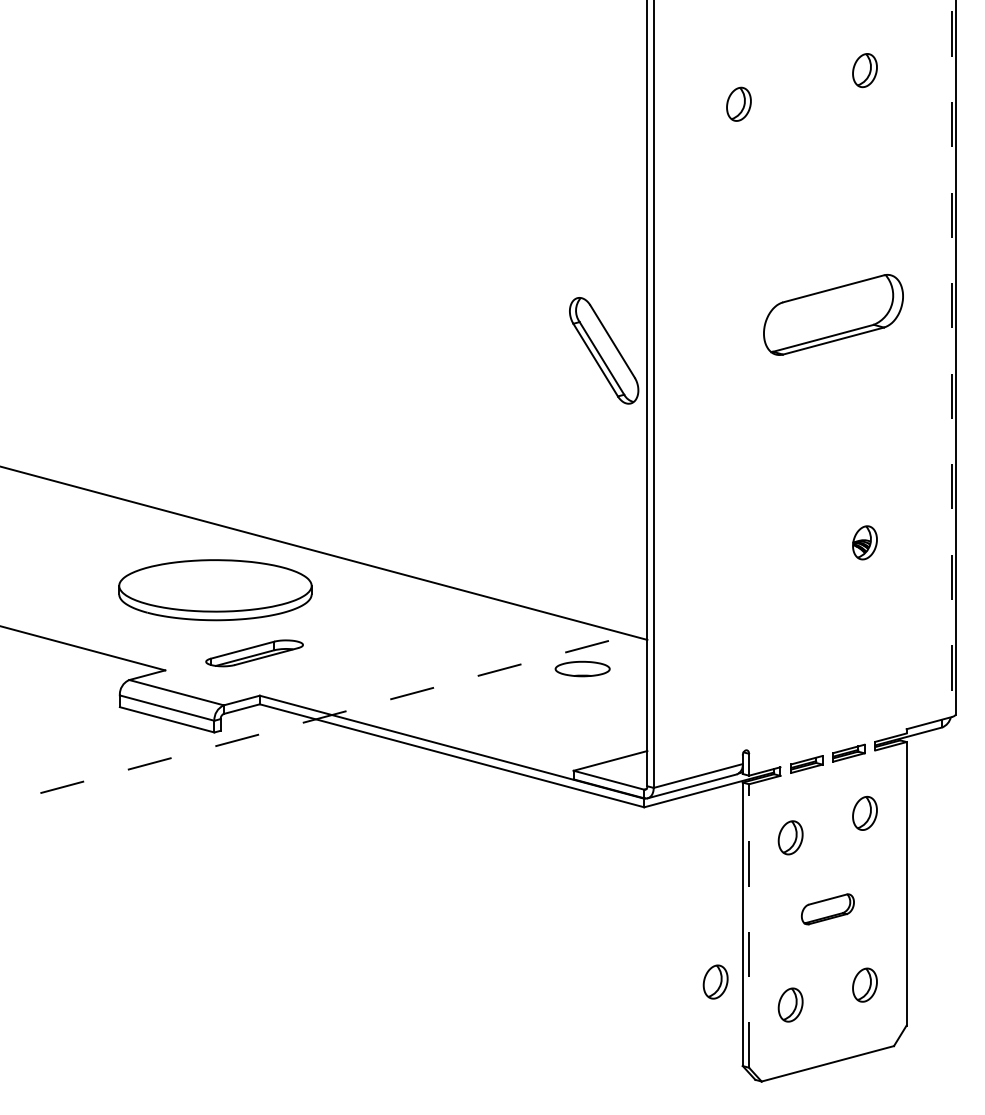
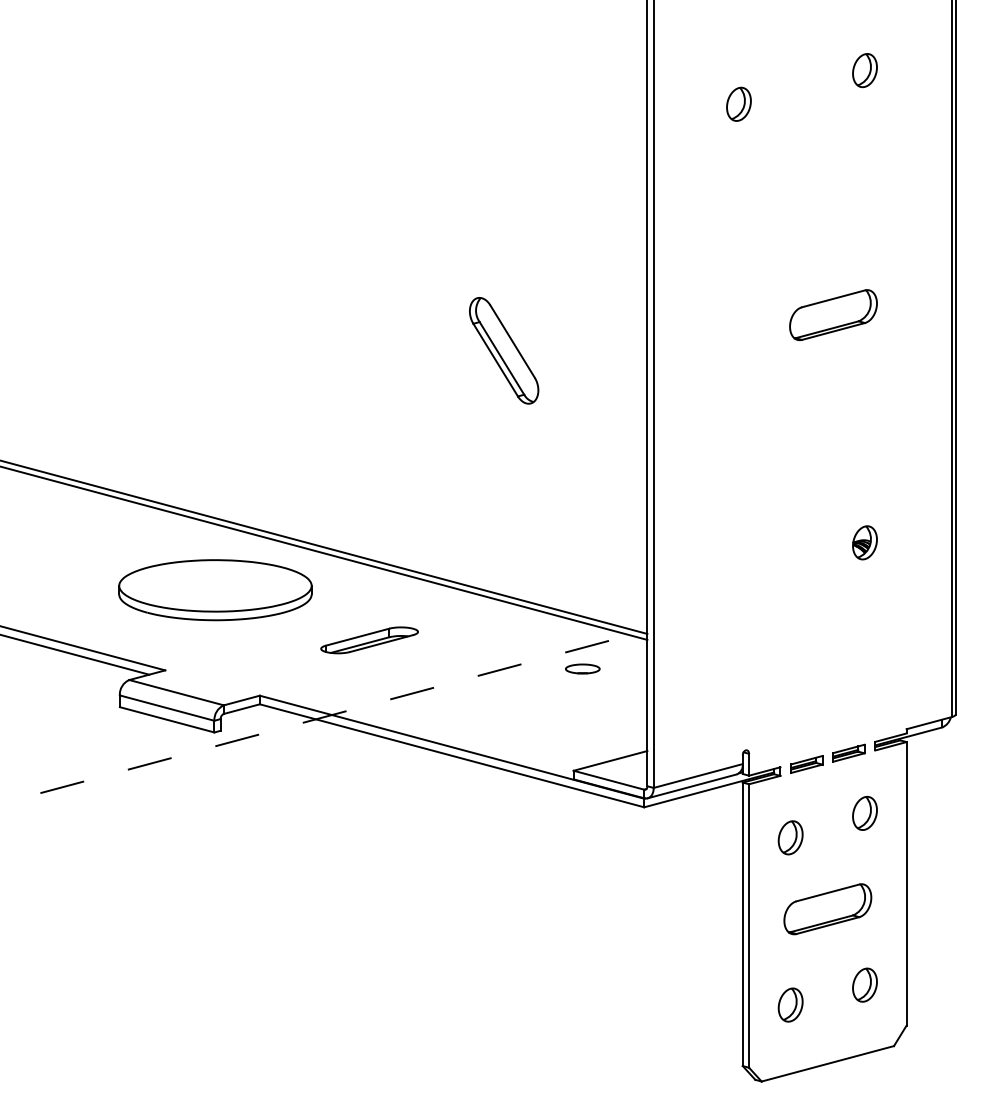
part at (833, 314) size: 141x82 px -> 89x53 px
part at (604, 350) position: (604, 350) -> (504, 350)
line at (951, 359): dashed -> solid
line at (324, 547): none -> present
part at (254, 653) position: (254, 653) -> (369, 640)
line at (75, 654): none -> present
part at (582, 668) size: 57x18 px -> 36x12 px
part at (827, 909) size: 54x33 px -> 90x53 px
line at (749, 926): dashed -> solid
part at (715, 981): present -> none
